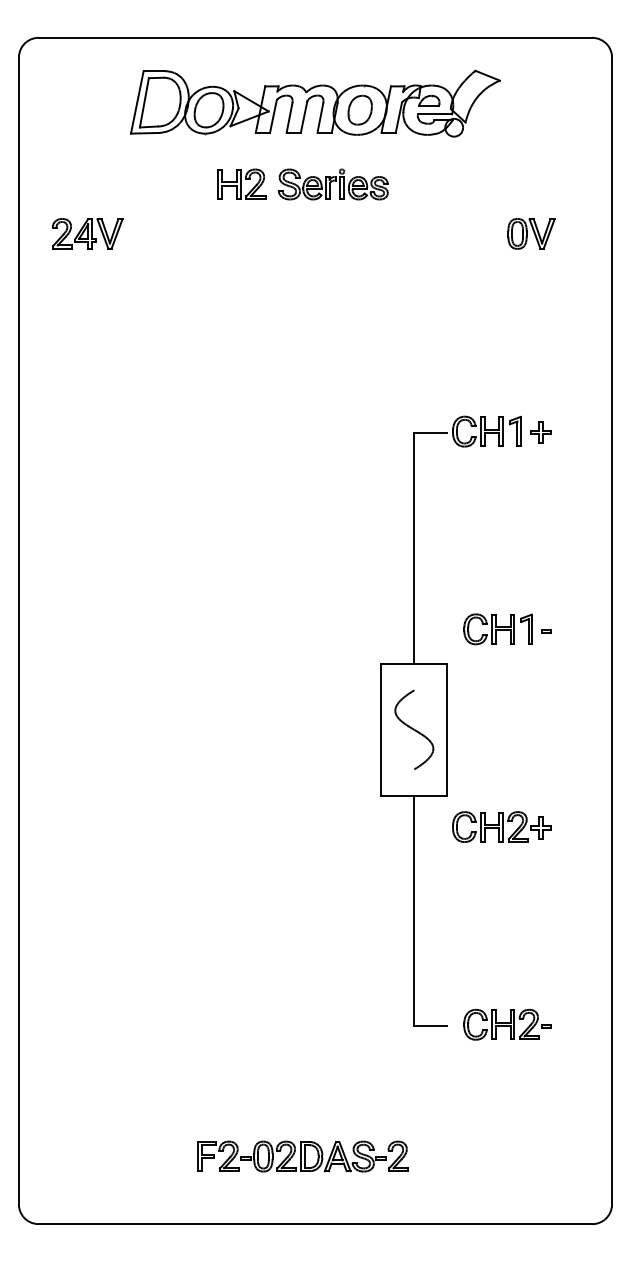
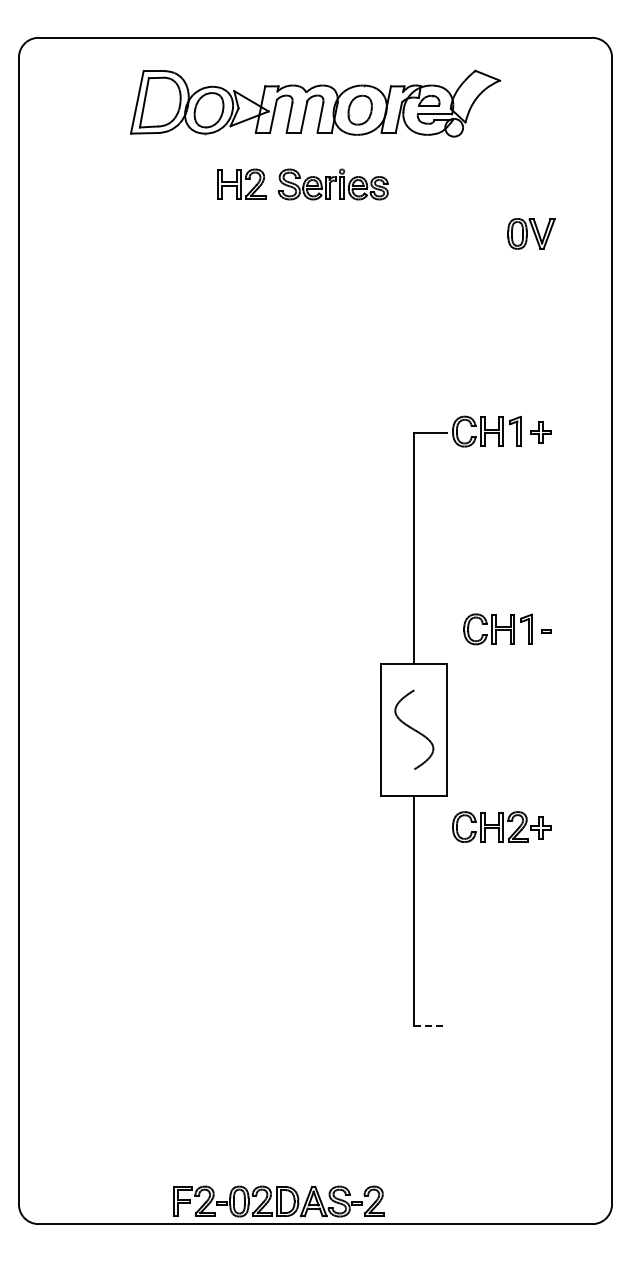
part at (87, 233): present -> none
part at (507, 1024): present -> none
line at (431, 1026): solid -> dashed
part at (302, 1156) position: (302, 1156) -> (278, 1201)
